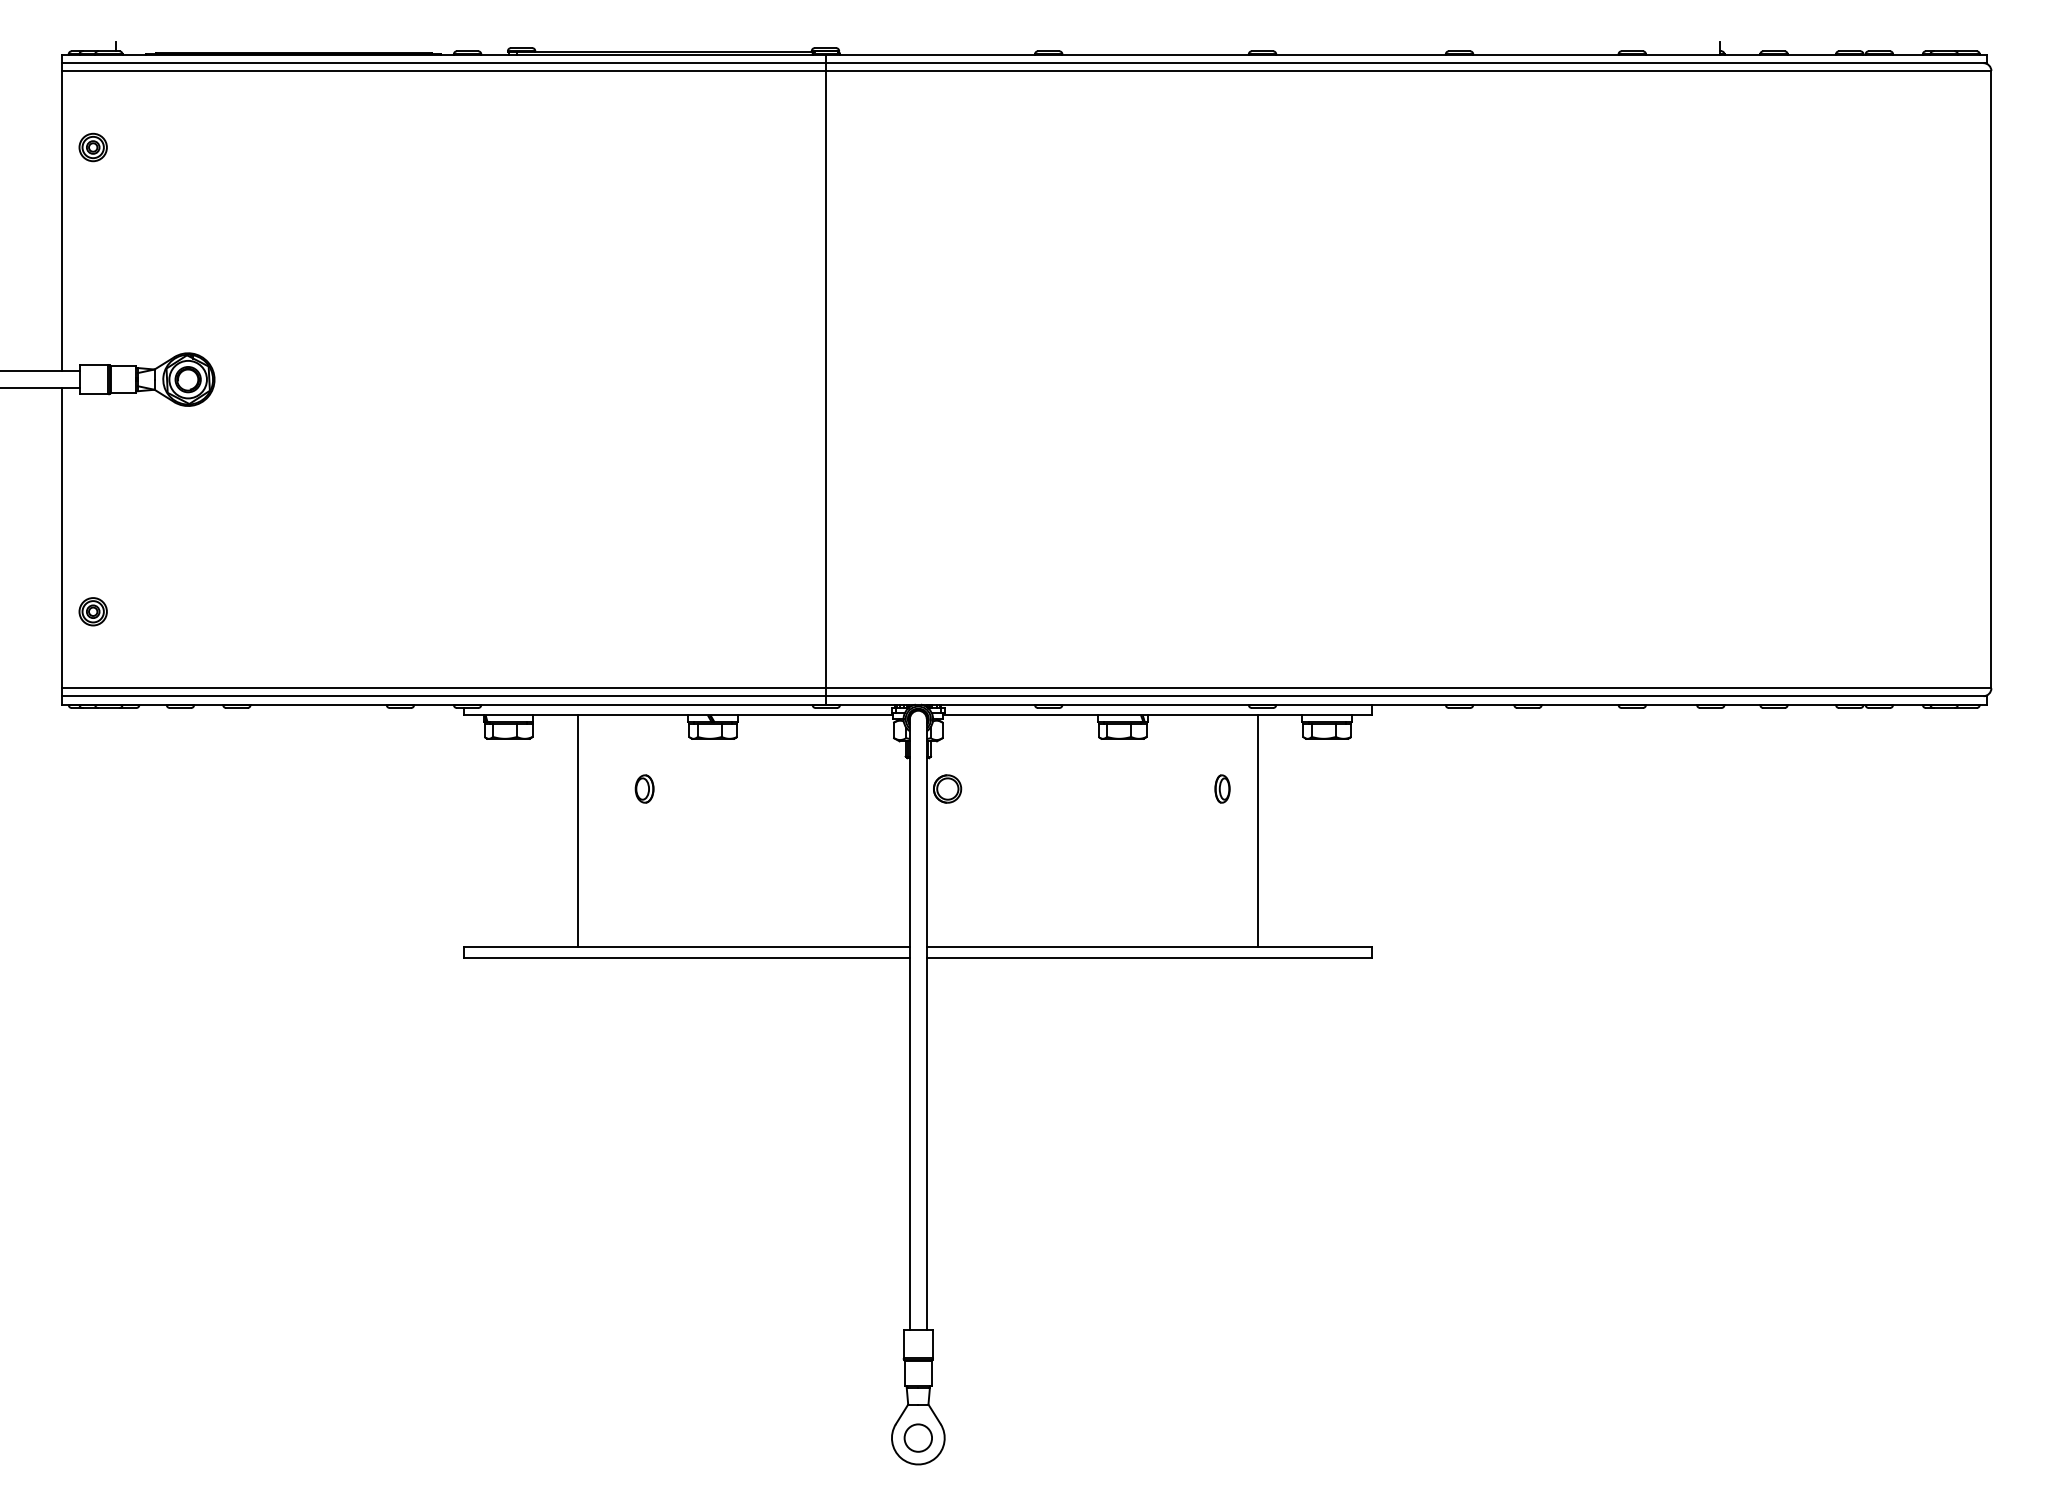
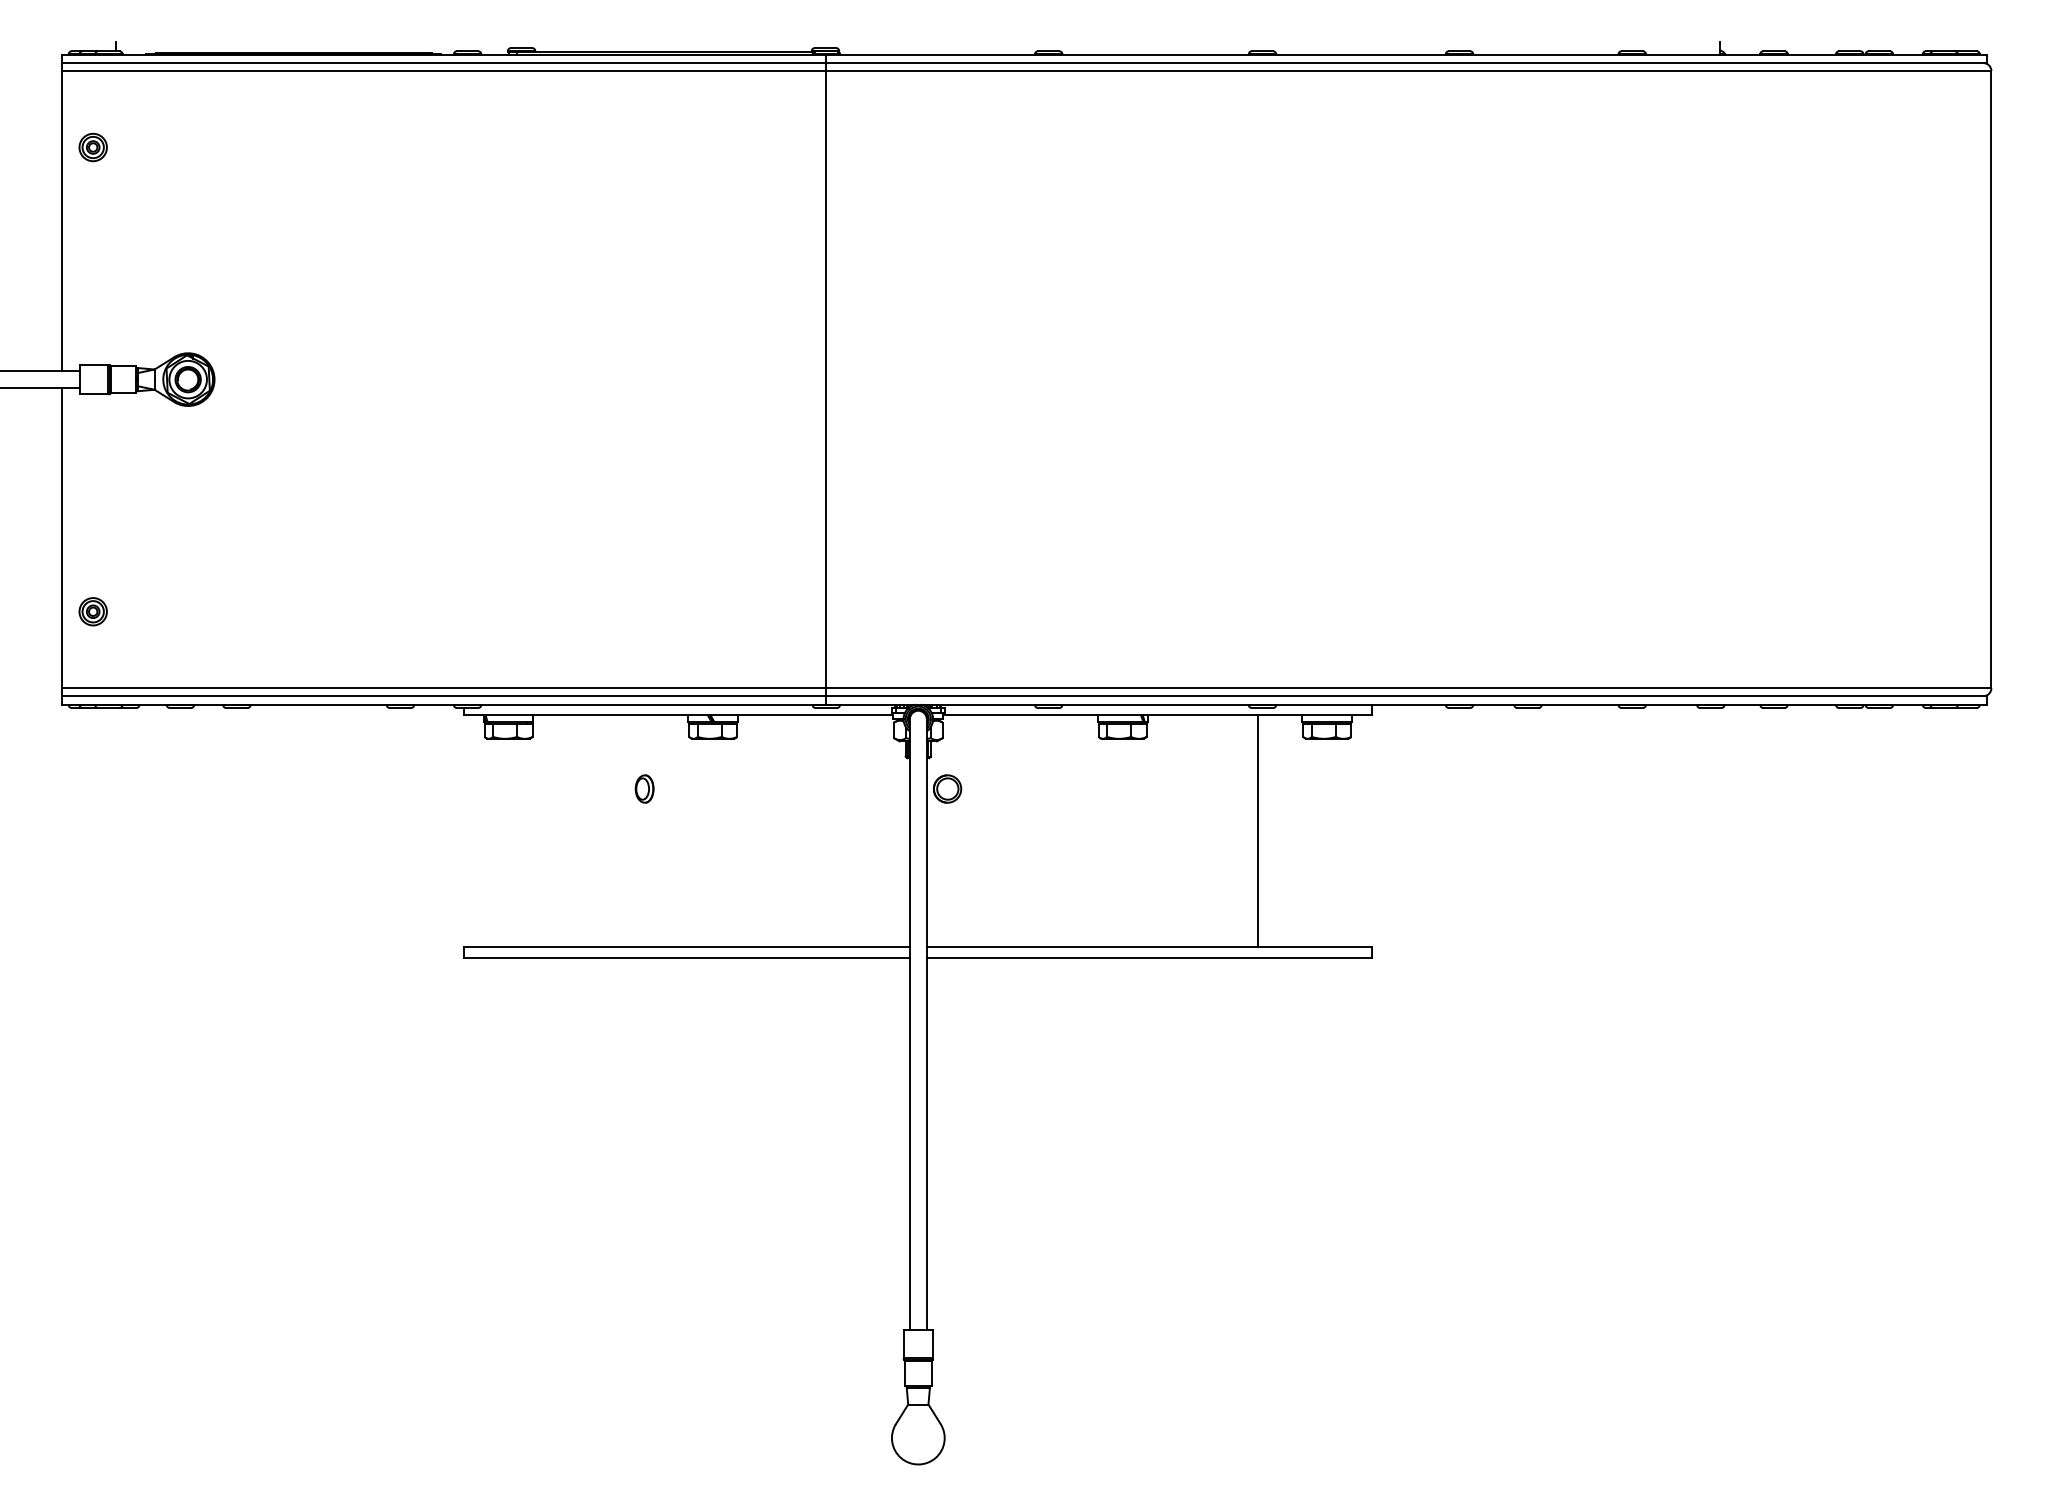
part at (1222, 788): present -> none
line at (578, 831): present -> none
circle at (917, 1437): present -> none
